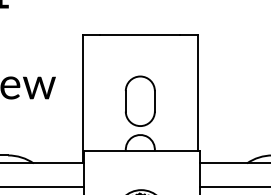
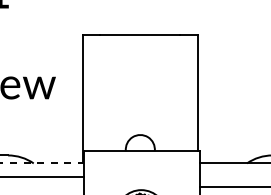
part at (139, 100): present -> none
line at (41, 163): solid -> dashed
line at (42, 186) position: (42, 186) -> (42, 176)
